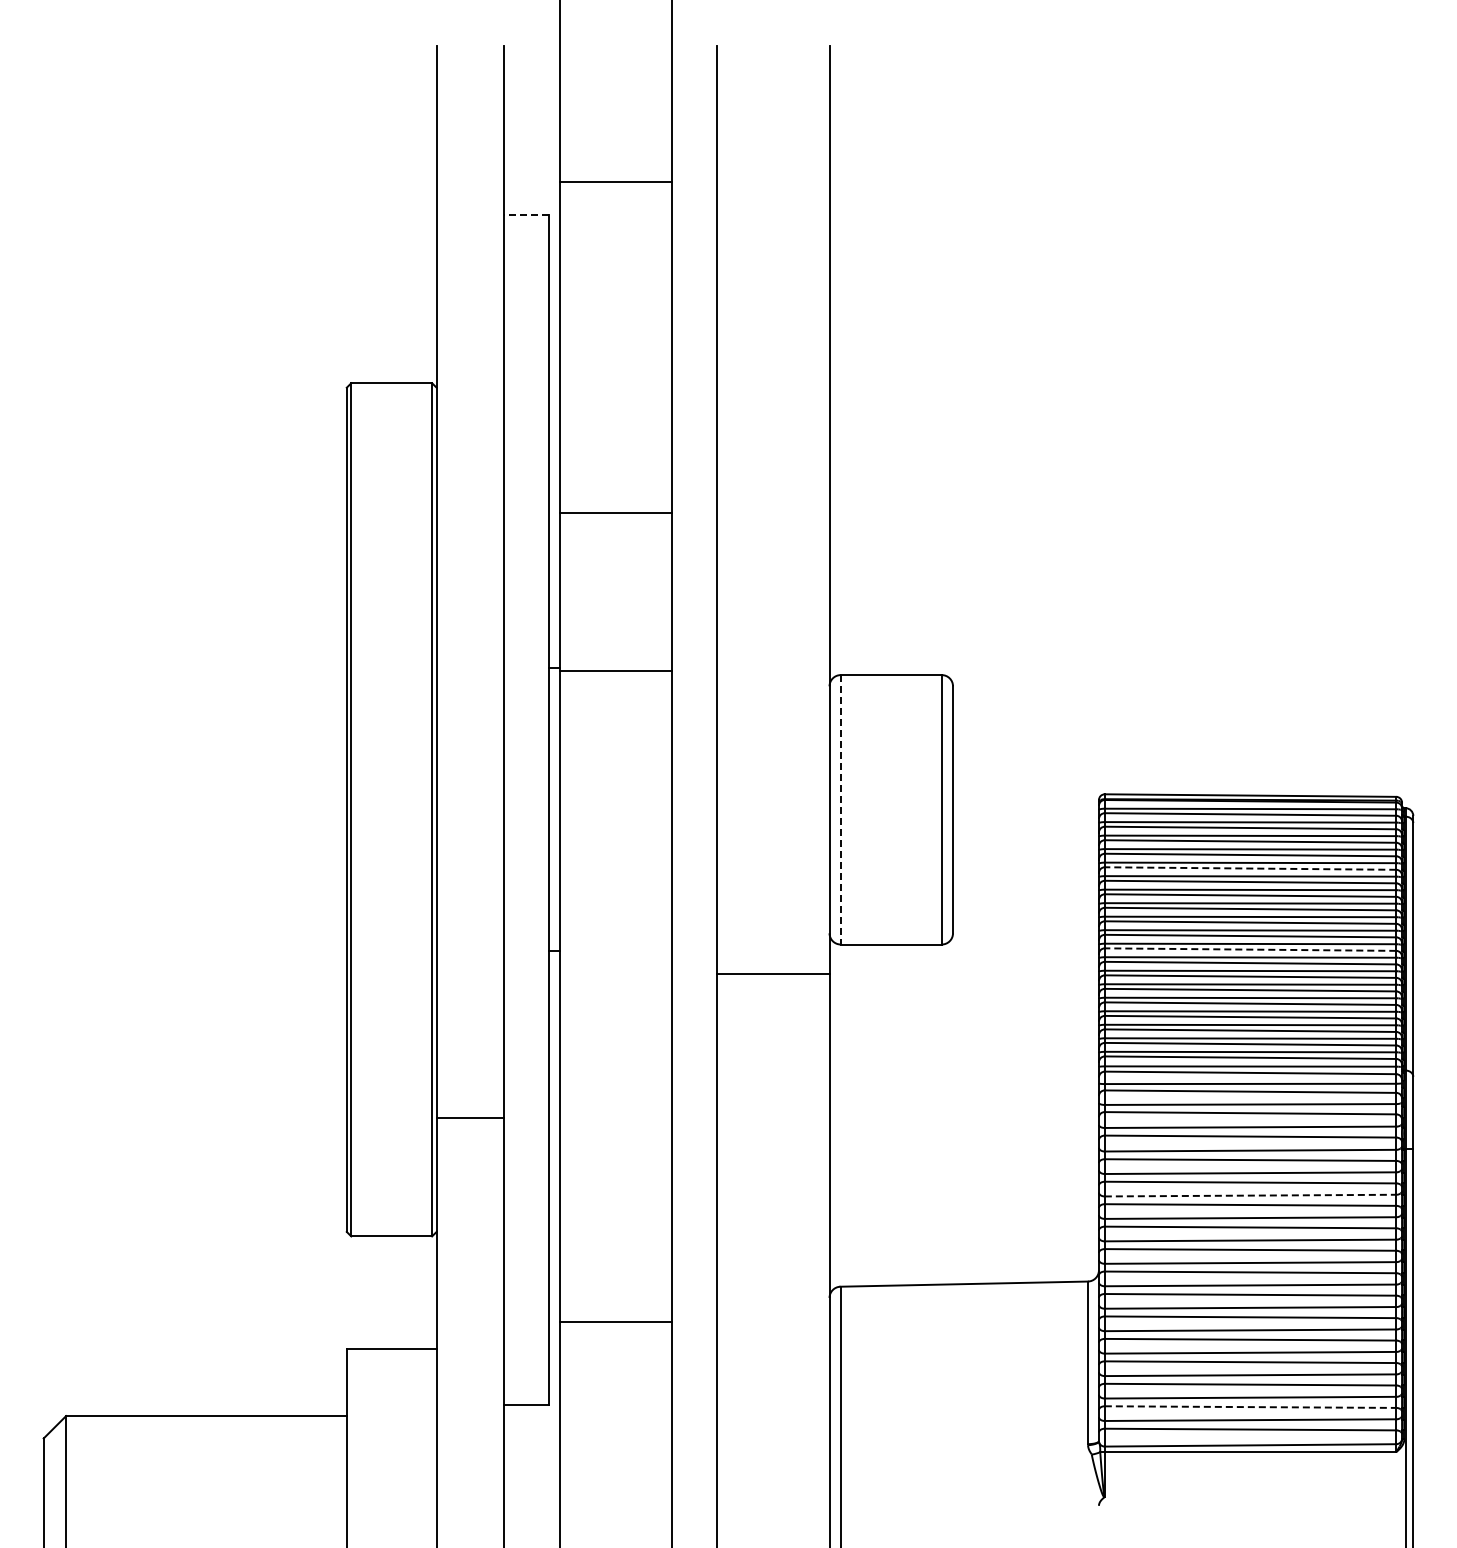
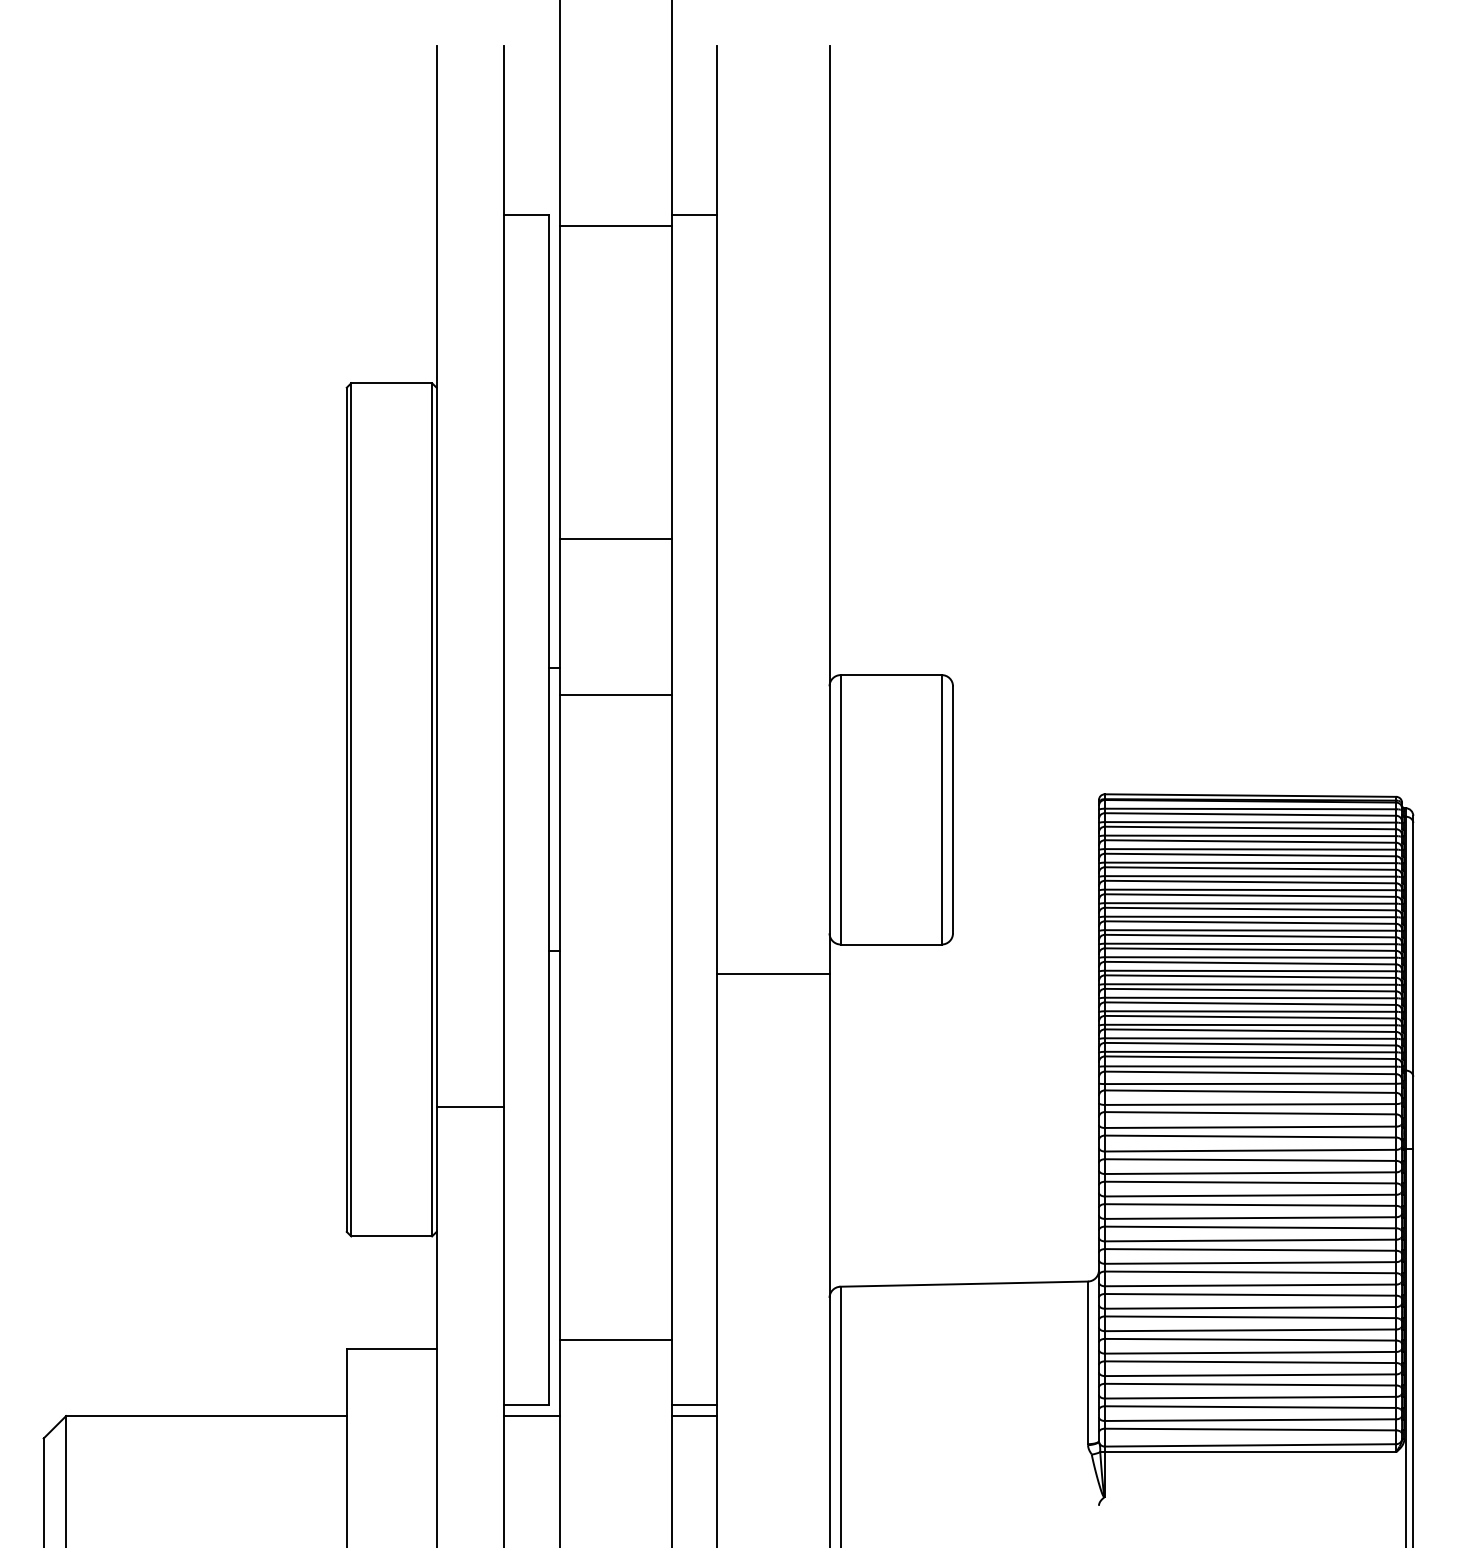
line at (616, 182) position: (616, 182) -> (616, 226)
line at (525, 214): dashed -> solid
line at (694, 214): none -> present
line at (616, 513) position: (616, 513) -> (616, 539)
line at (616, 671) position: (616, 671) -> (616, 695)
line at (840, 809): dashed -> solid
line at (1250, 868): dashed -> solid
line at (1250, 949): dashed -> solid
line at (469, 1117) position: (469, 1117) -> (469, 1106)
line at (1250, 1195): dashed -> solid
line at (616, 1322) position: (616, 1322) -> (616, 1340)
line at (694, 1404): none -> present
line at (1250, 1407): dashed -> solid
line at (531, 1416): none -> present
line at (694, 1416): none -> present
